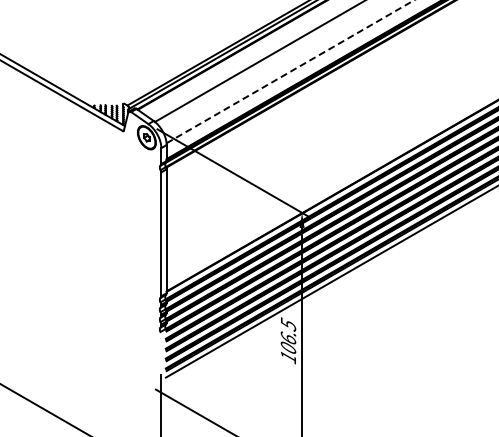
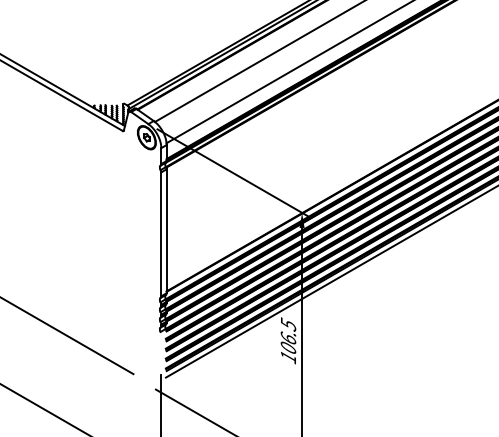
line at (290, 71): dashed -> solid
line at (67, 336): none -> present
